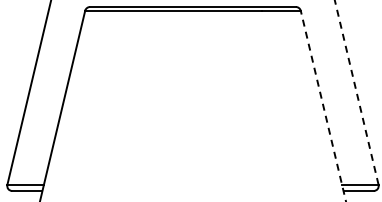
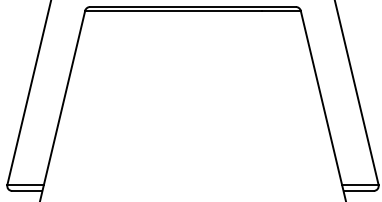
line at (356, 92): dashed -> solid
line at (323, 105): dashed -> solid
